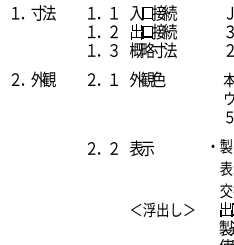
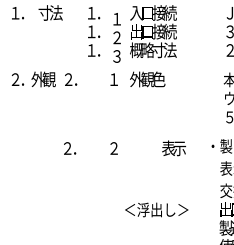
text at (43, 12) position: (43, 12) -> (50, 12)
text at (113, 31) position: (113, 31) -> (116, 37)
text at (94, 79) position: (94, 79) -> (71, 79)
text at (94, 148) position: (94, 148) -> (70, 148)
text at (141, 148) position: (141, 148) -> (173, 148)
text at (162, 209) position: (162, 209) -> (156, 209)
